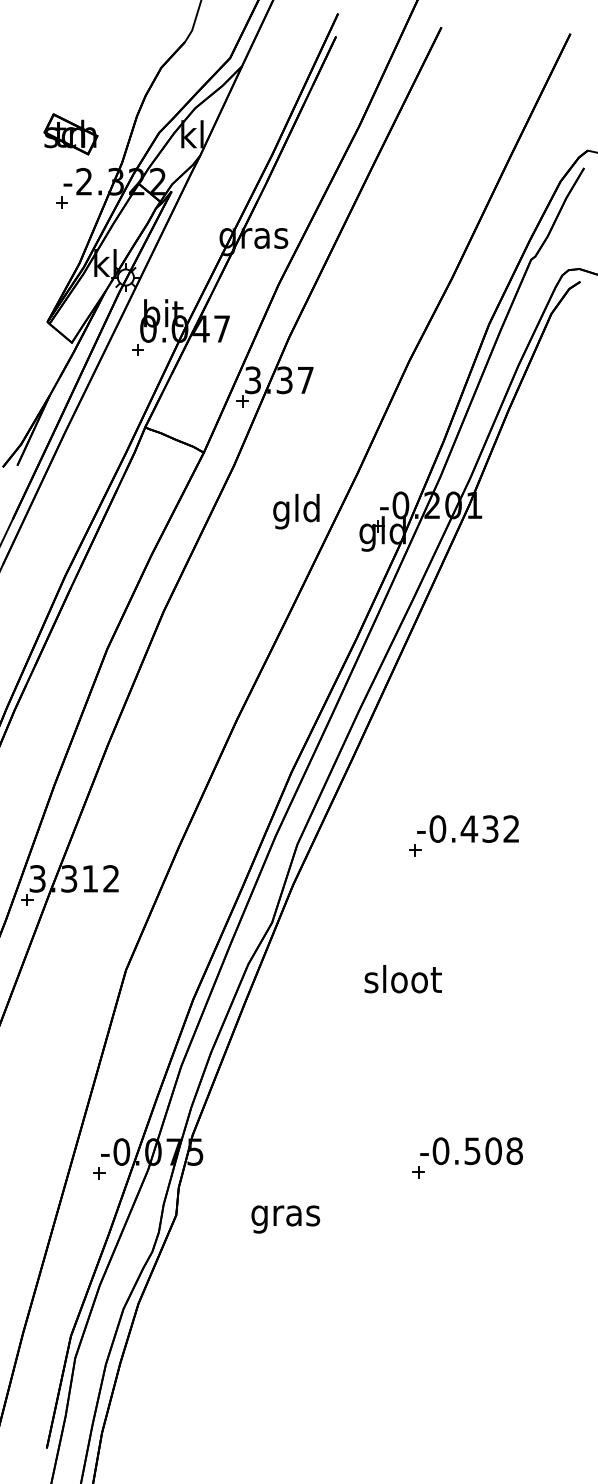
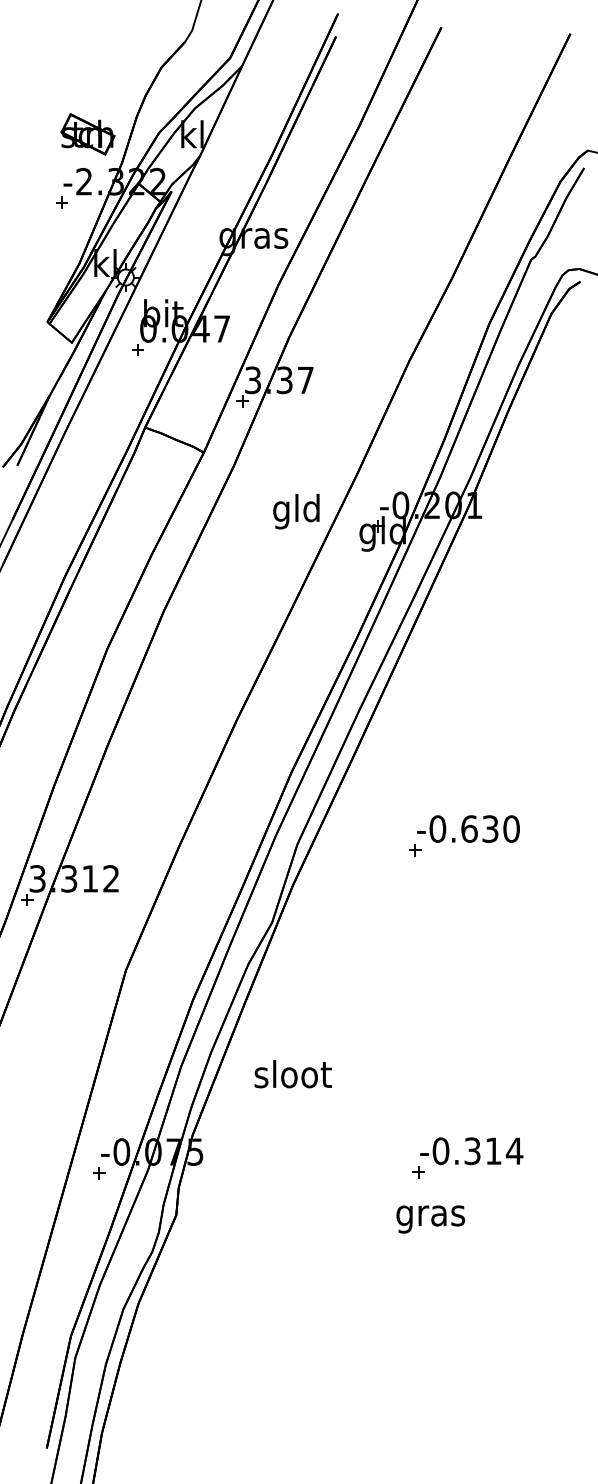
part at (70, 134) position: (70, 134) -> (87, 134)
text at (489, 828): -0.432 -> -0.630
text at (402, 979) position: (402, 979) -> (292, 1074)
text at (494, 1151): -0.508 -> -0.314
text at (285, 1219) position: (285, 1219) -> (430, 1219)
